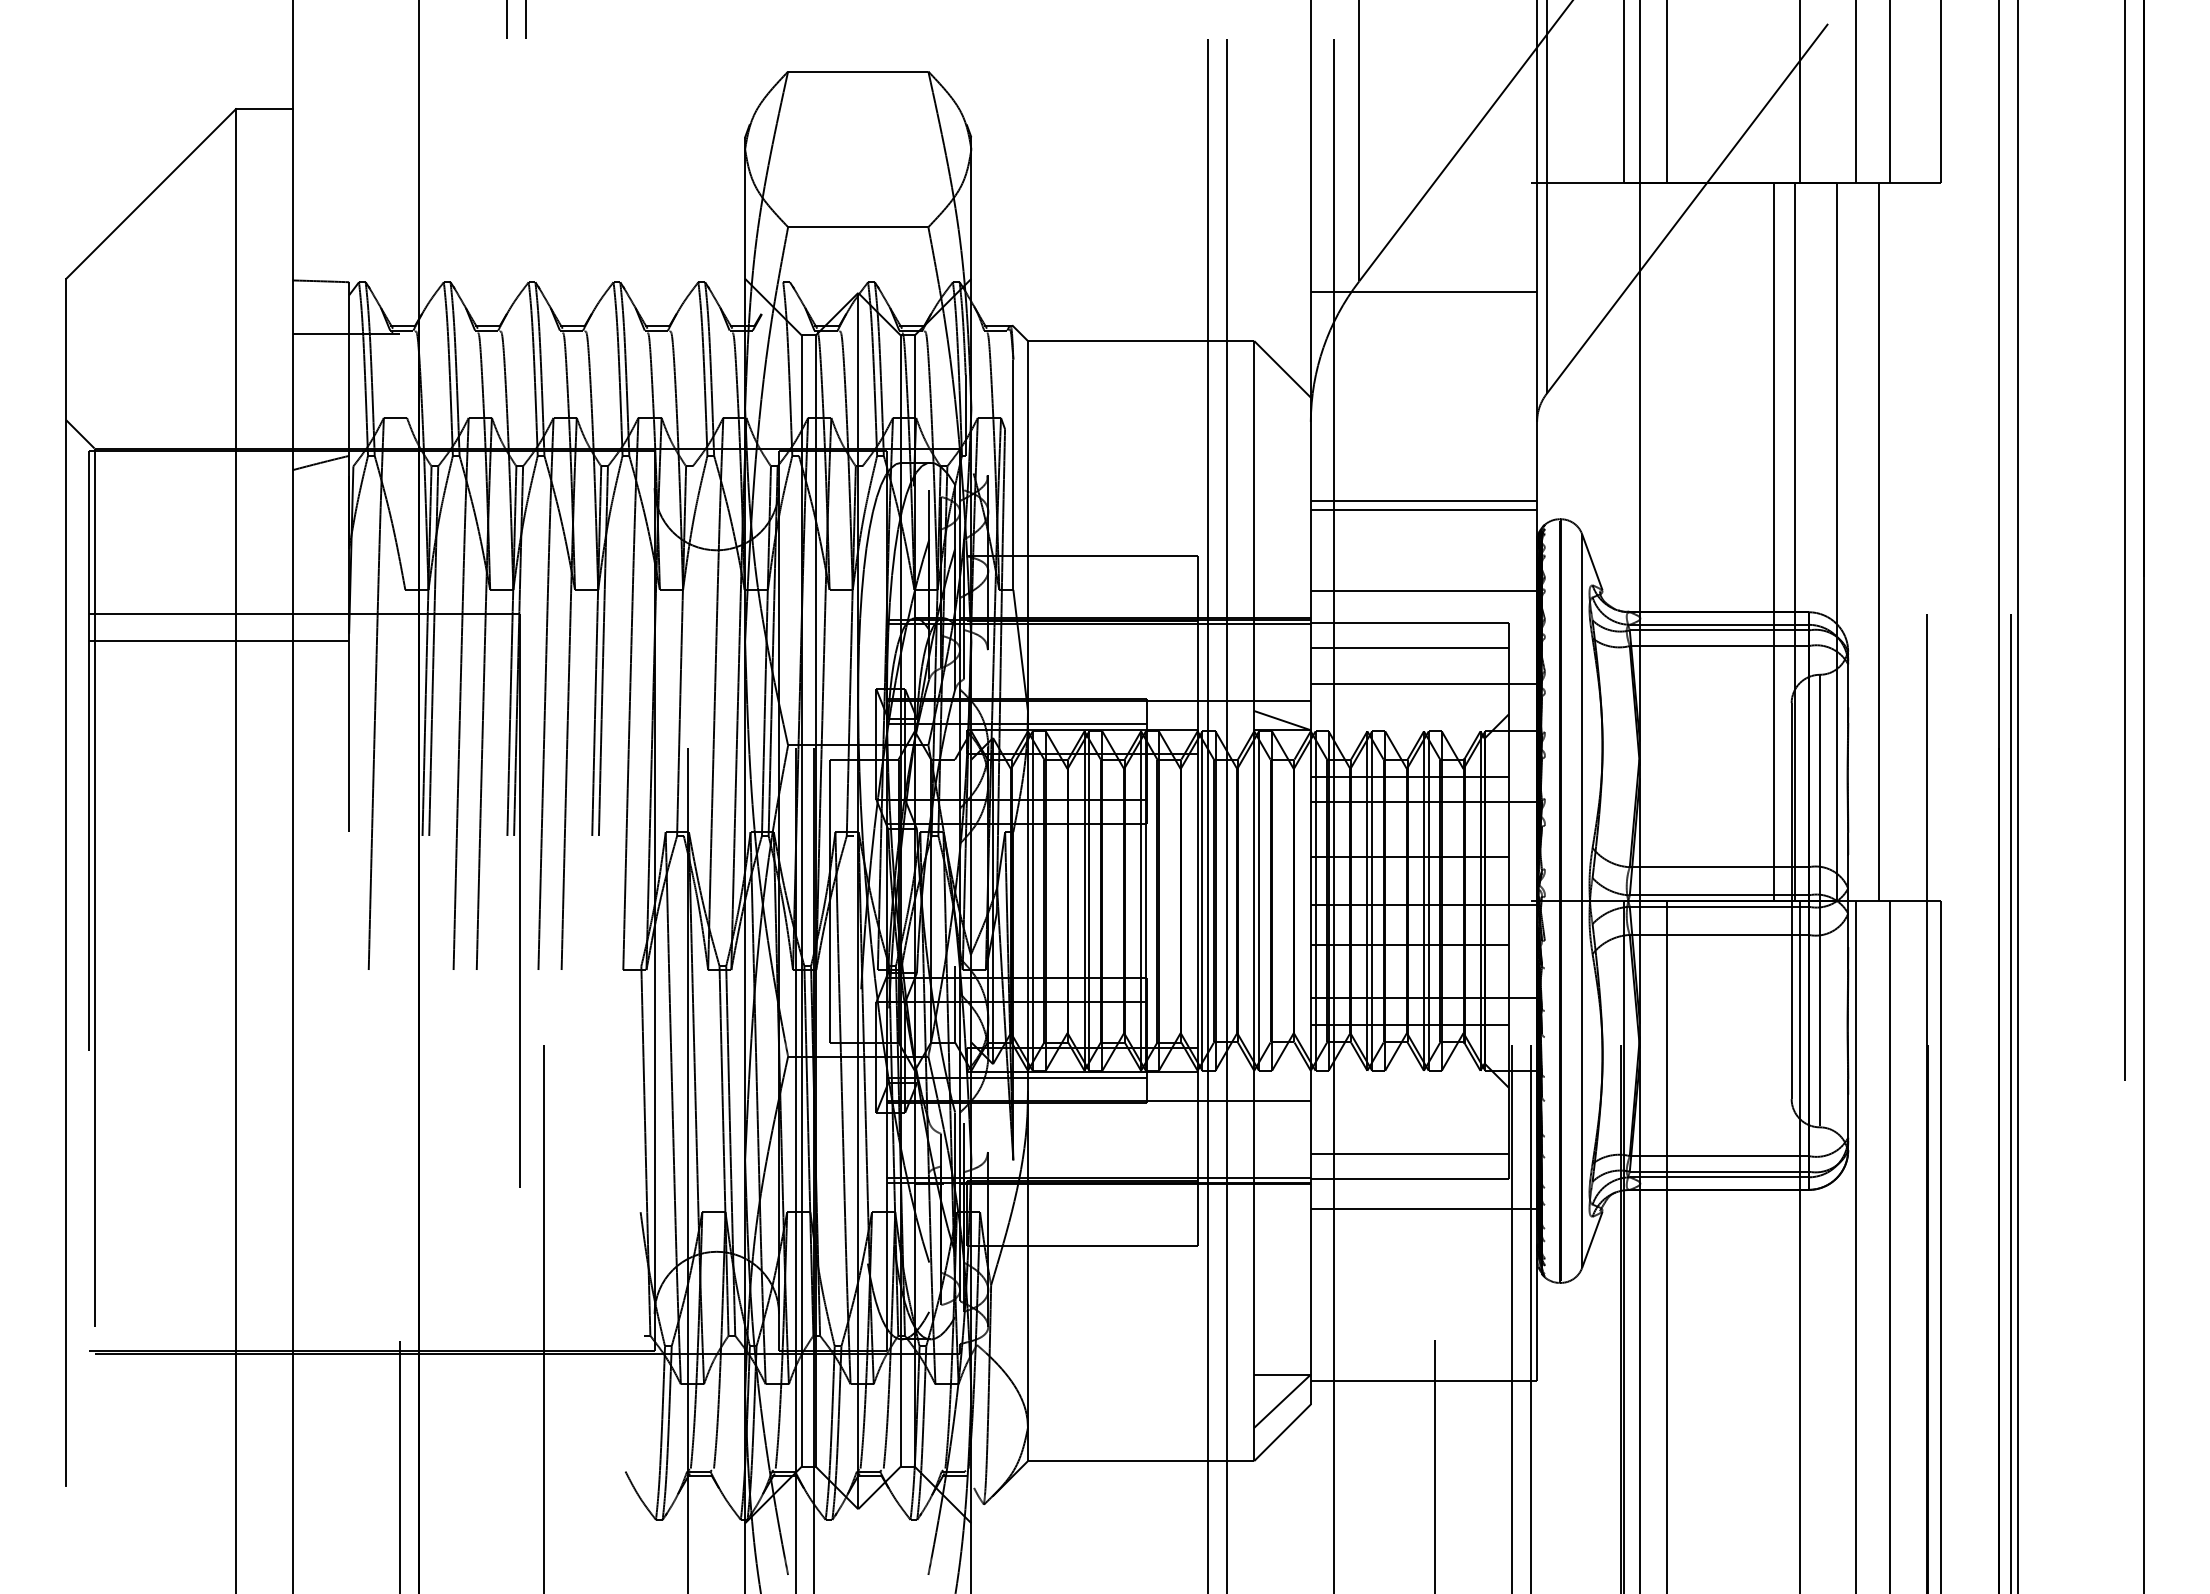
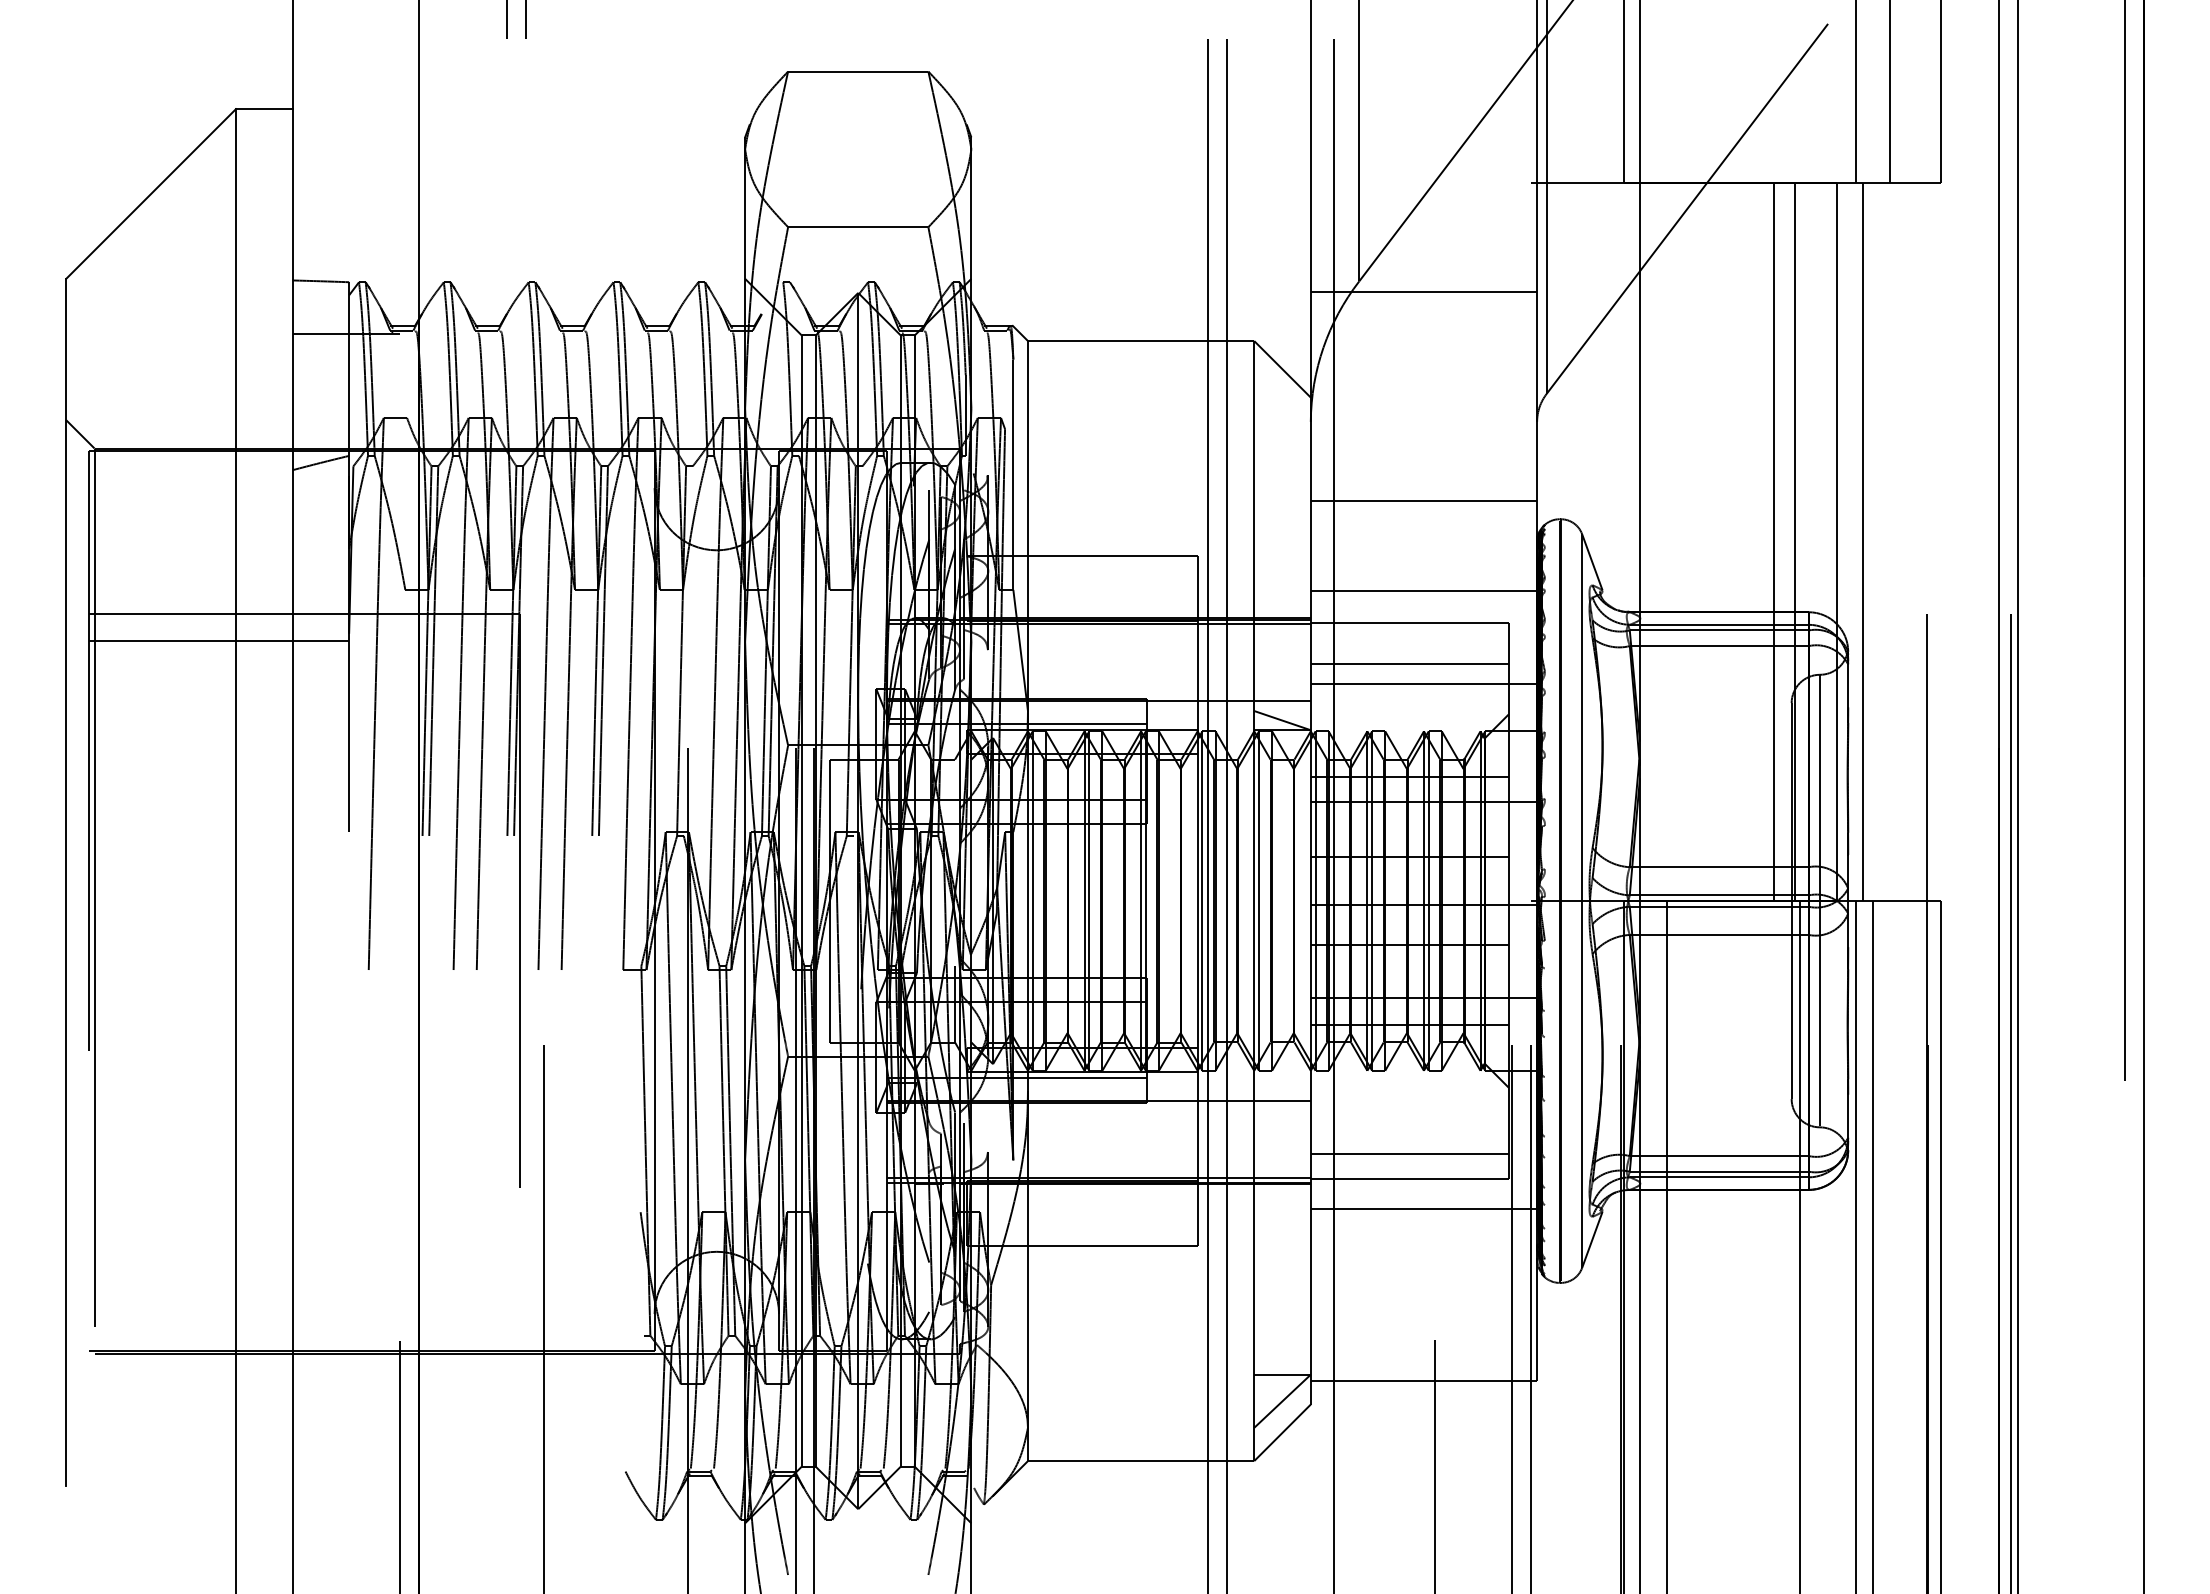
line at (1667, 92): present -> none
line at (1800, 92): present -> none
line at (1423, 509): present -> none
line at (1879, 541) position: (1879, 541) -> (1863, 541)
line at (1409, 648) position: (1409, 648) -> (1409, 664)
line at (1889, 1245) position: (1889, 1245) -> (1872, 1245)
